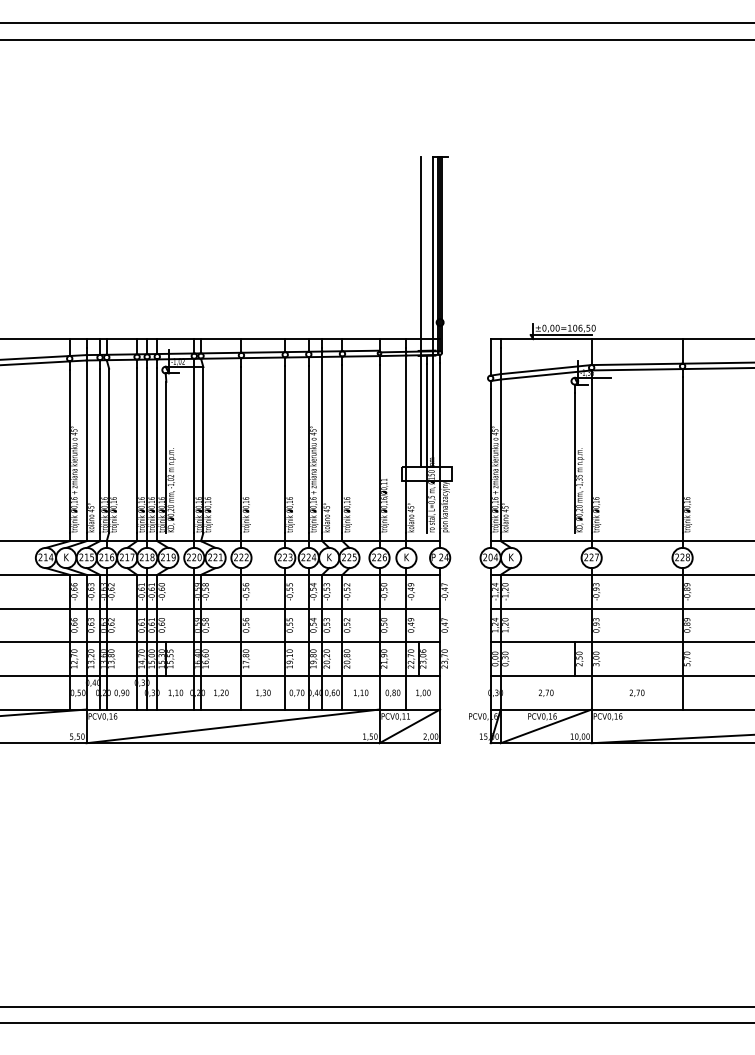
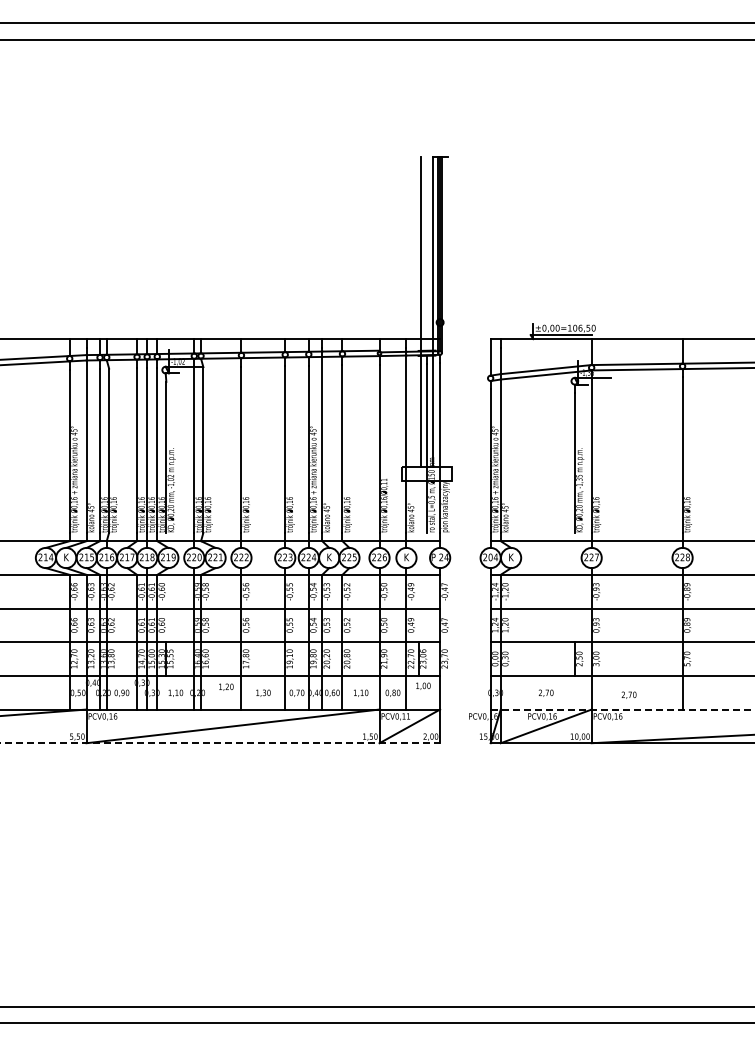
text at (221, 692) position: (221, 692) -> (226, 686)
text at (423, 692) position: (423, 692) -> (423, 685)
text at (636, 692) position: (636, 692) -> (628, 694)
line at (622, 709): solid -> dashed
line at (220, 743): solid -> dashed
